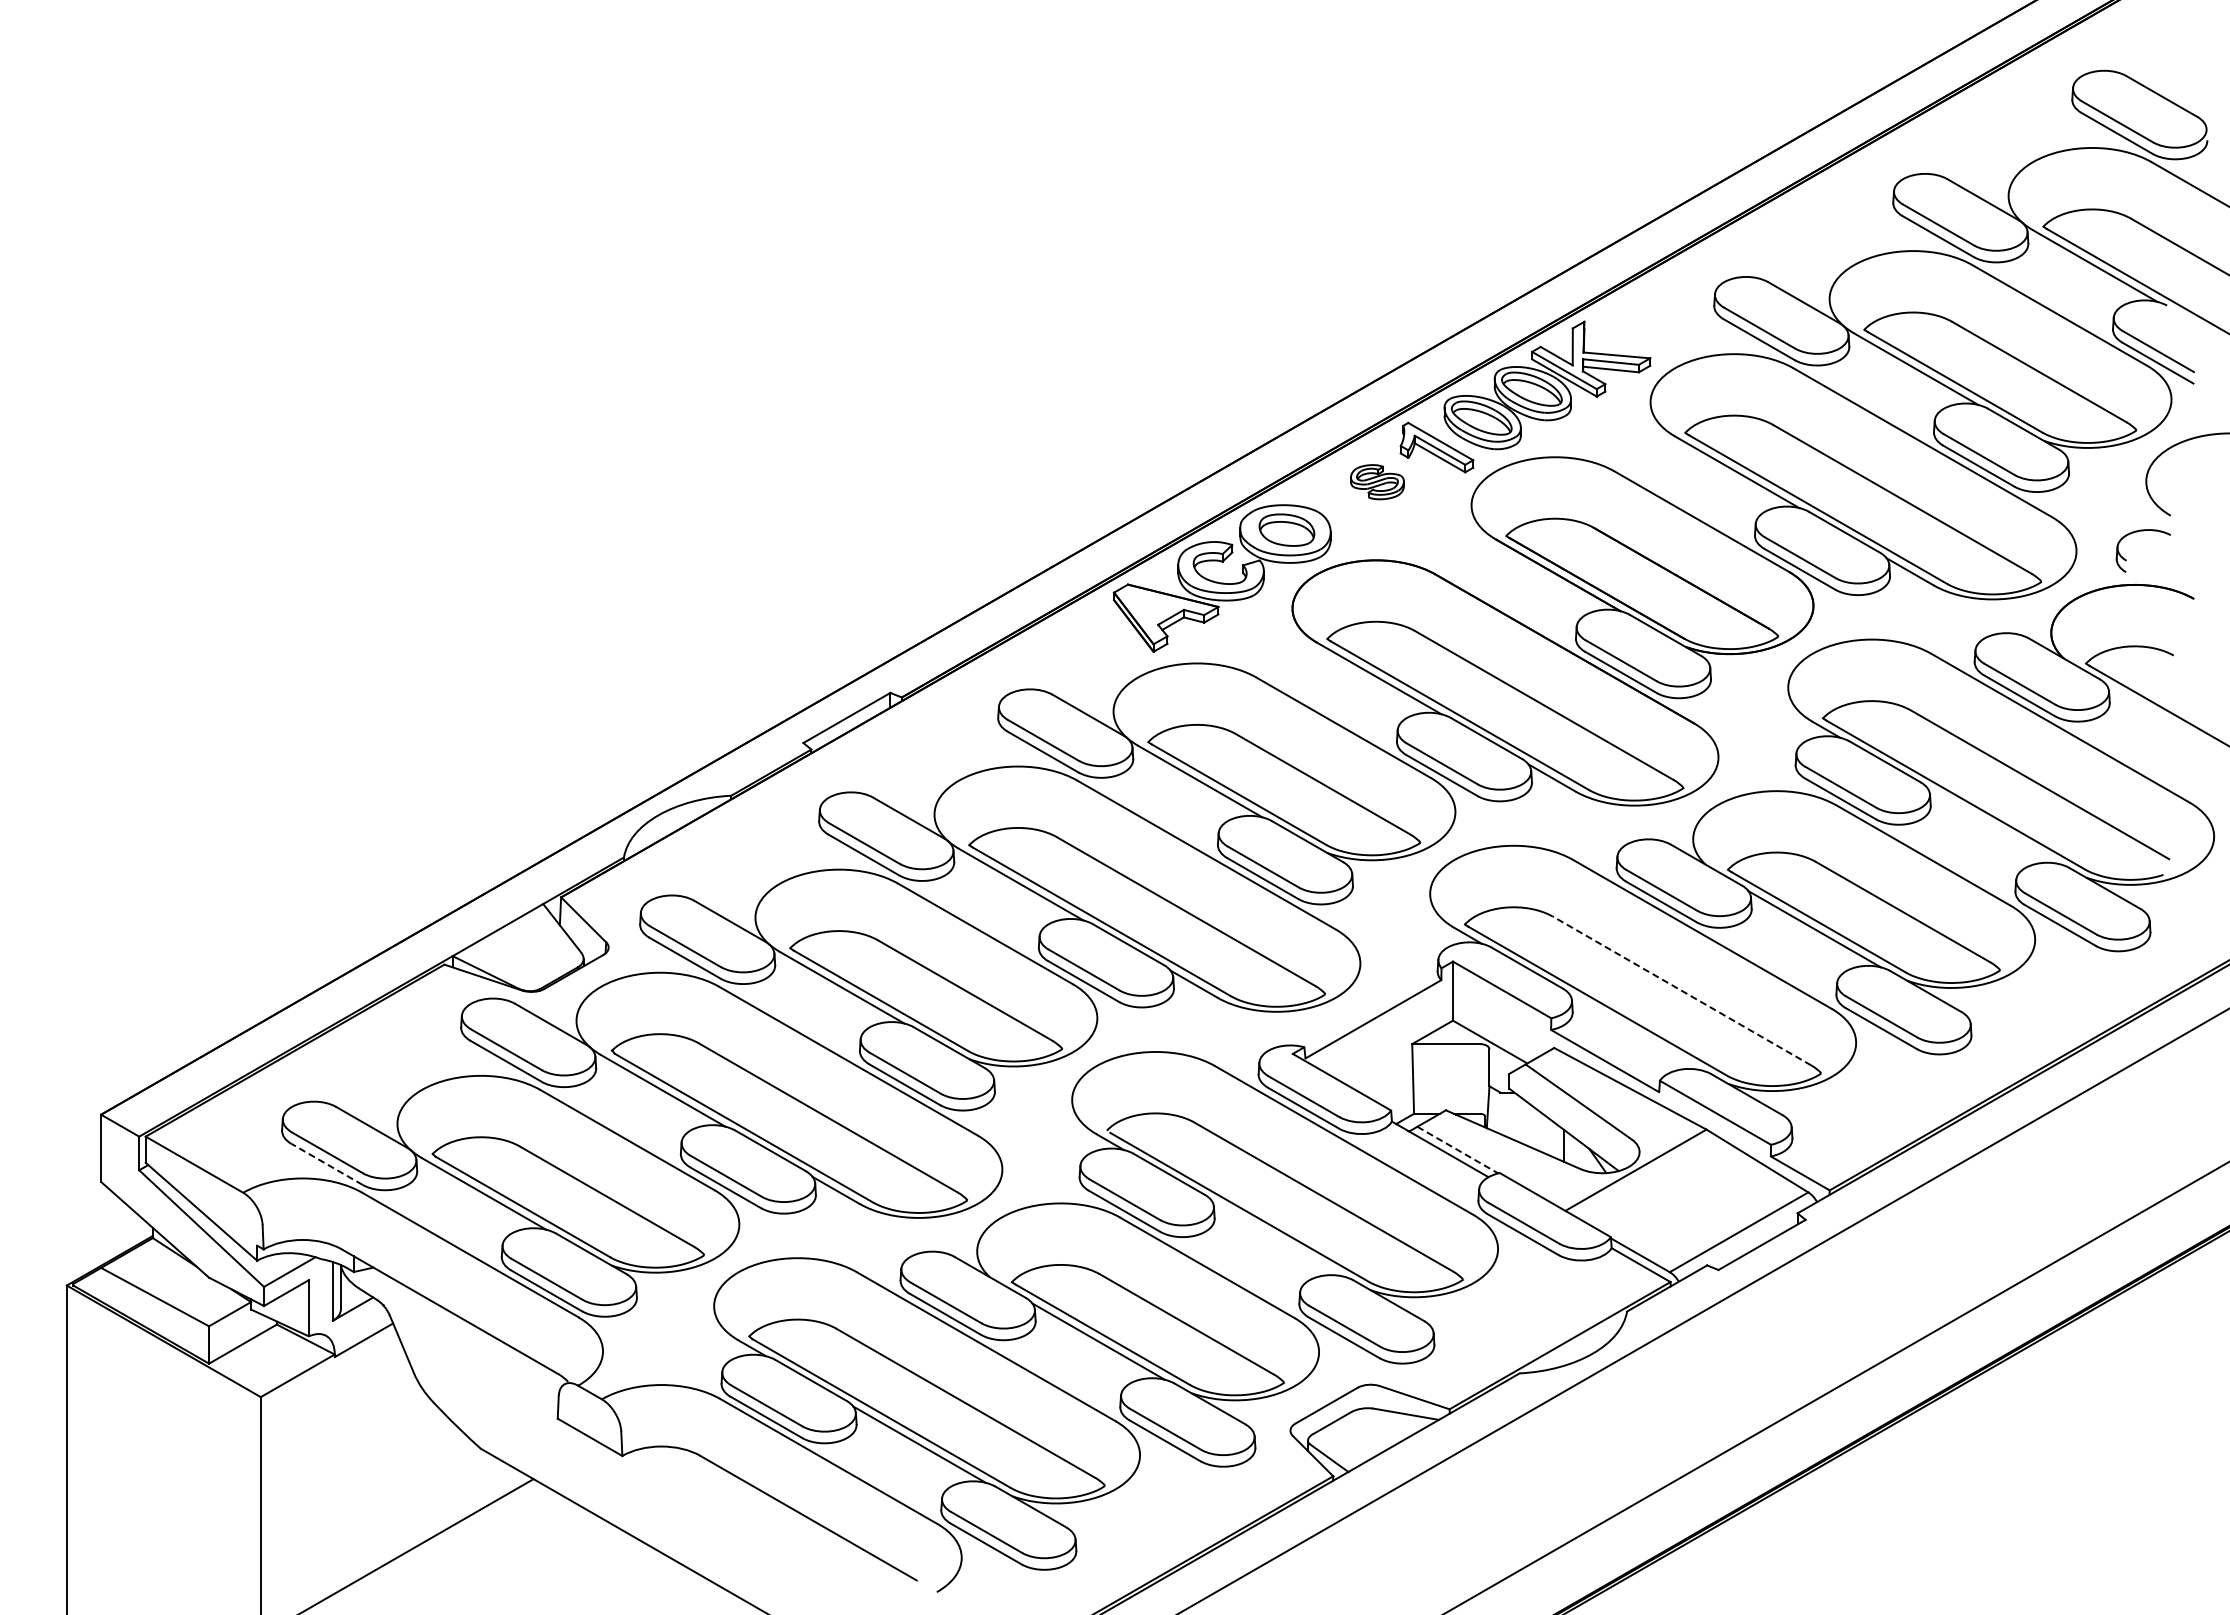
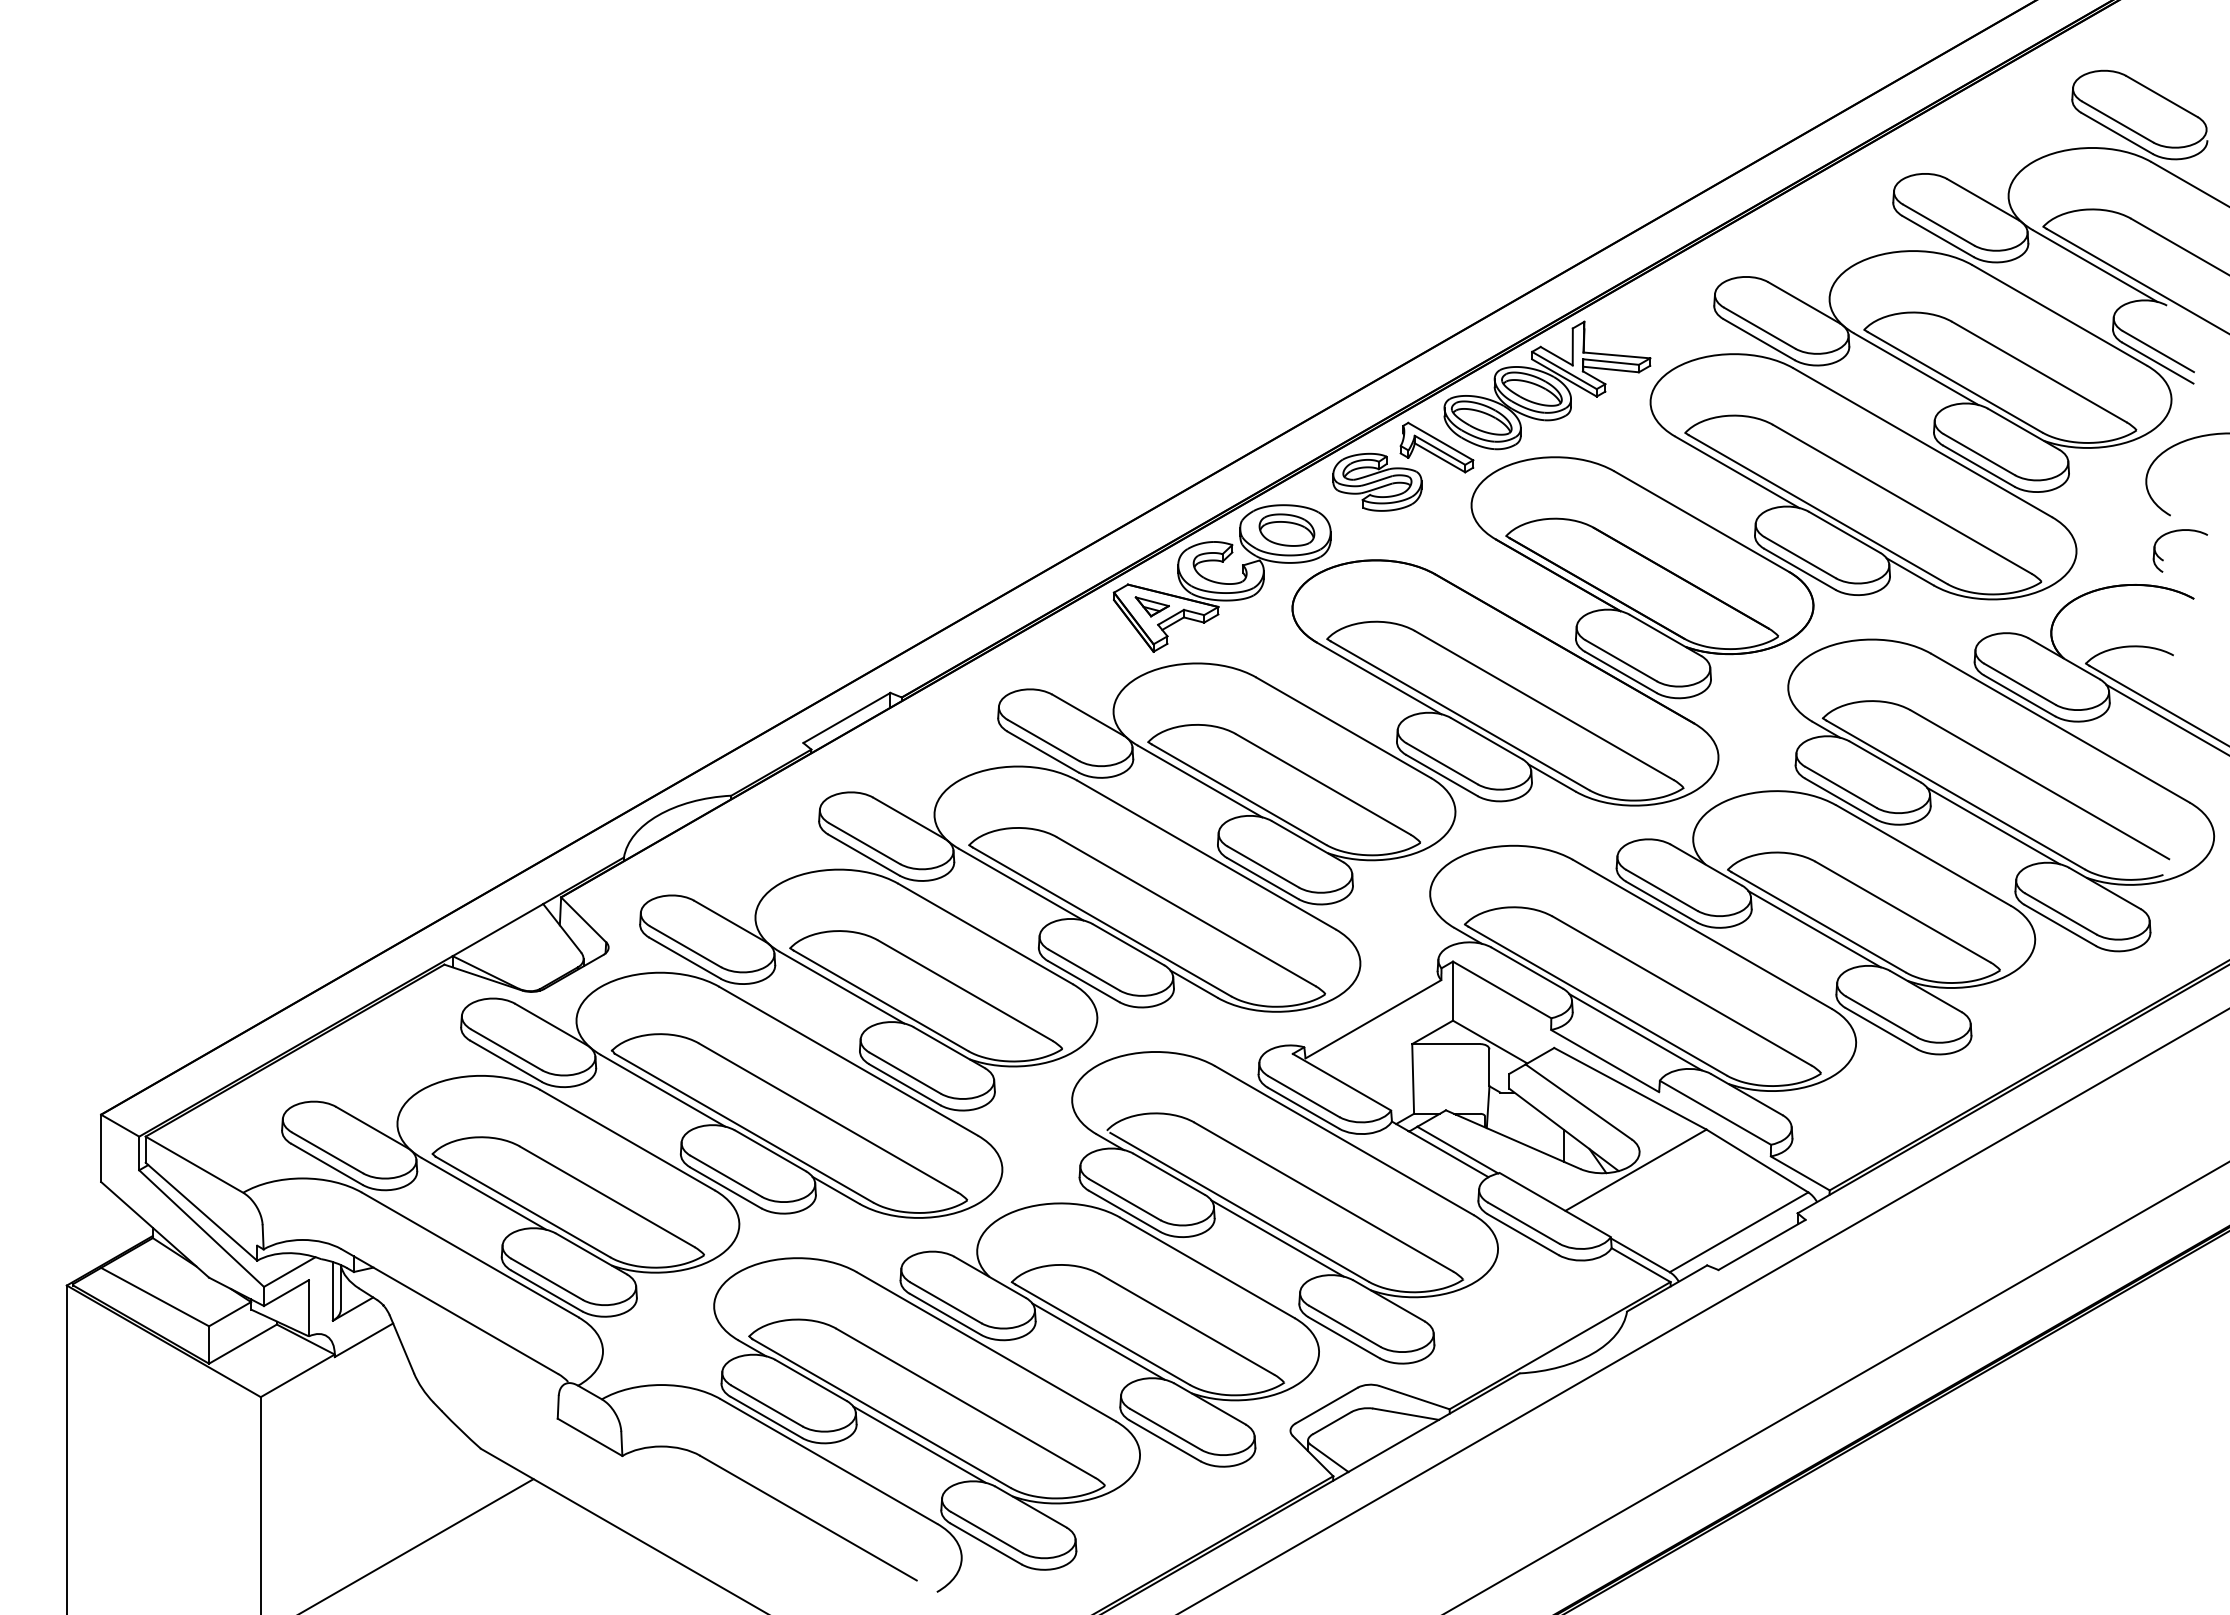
part at (1377, 482) size: 55x37 px -> 91x60 px
part at (2126, 559) position: (2126, 559) -> (2163, 559)
part at (1151, 606): none -> present
line at (2166, 719): none -> present
line at (1993, 825): none -> present
line at (1681, 990): dashed -> solid
line at (1635, 1032): none -> present
line at (1457, 1150): dashed -> solid
line at (327, 1164): dashed -> solid
line at (1277, 1238): none -> present
